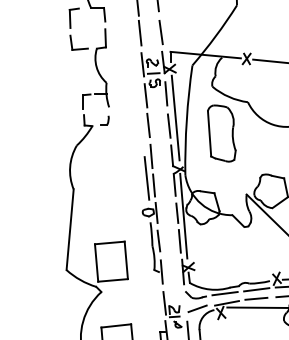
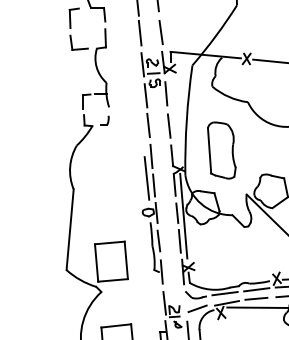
line at (175, 117): present -> none
part at (221, 133) position: (221, 133) -> (221, 150)
